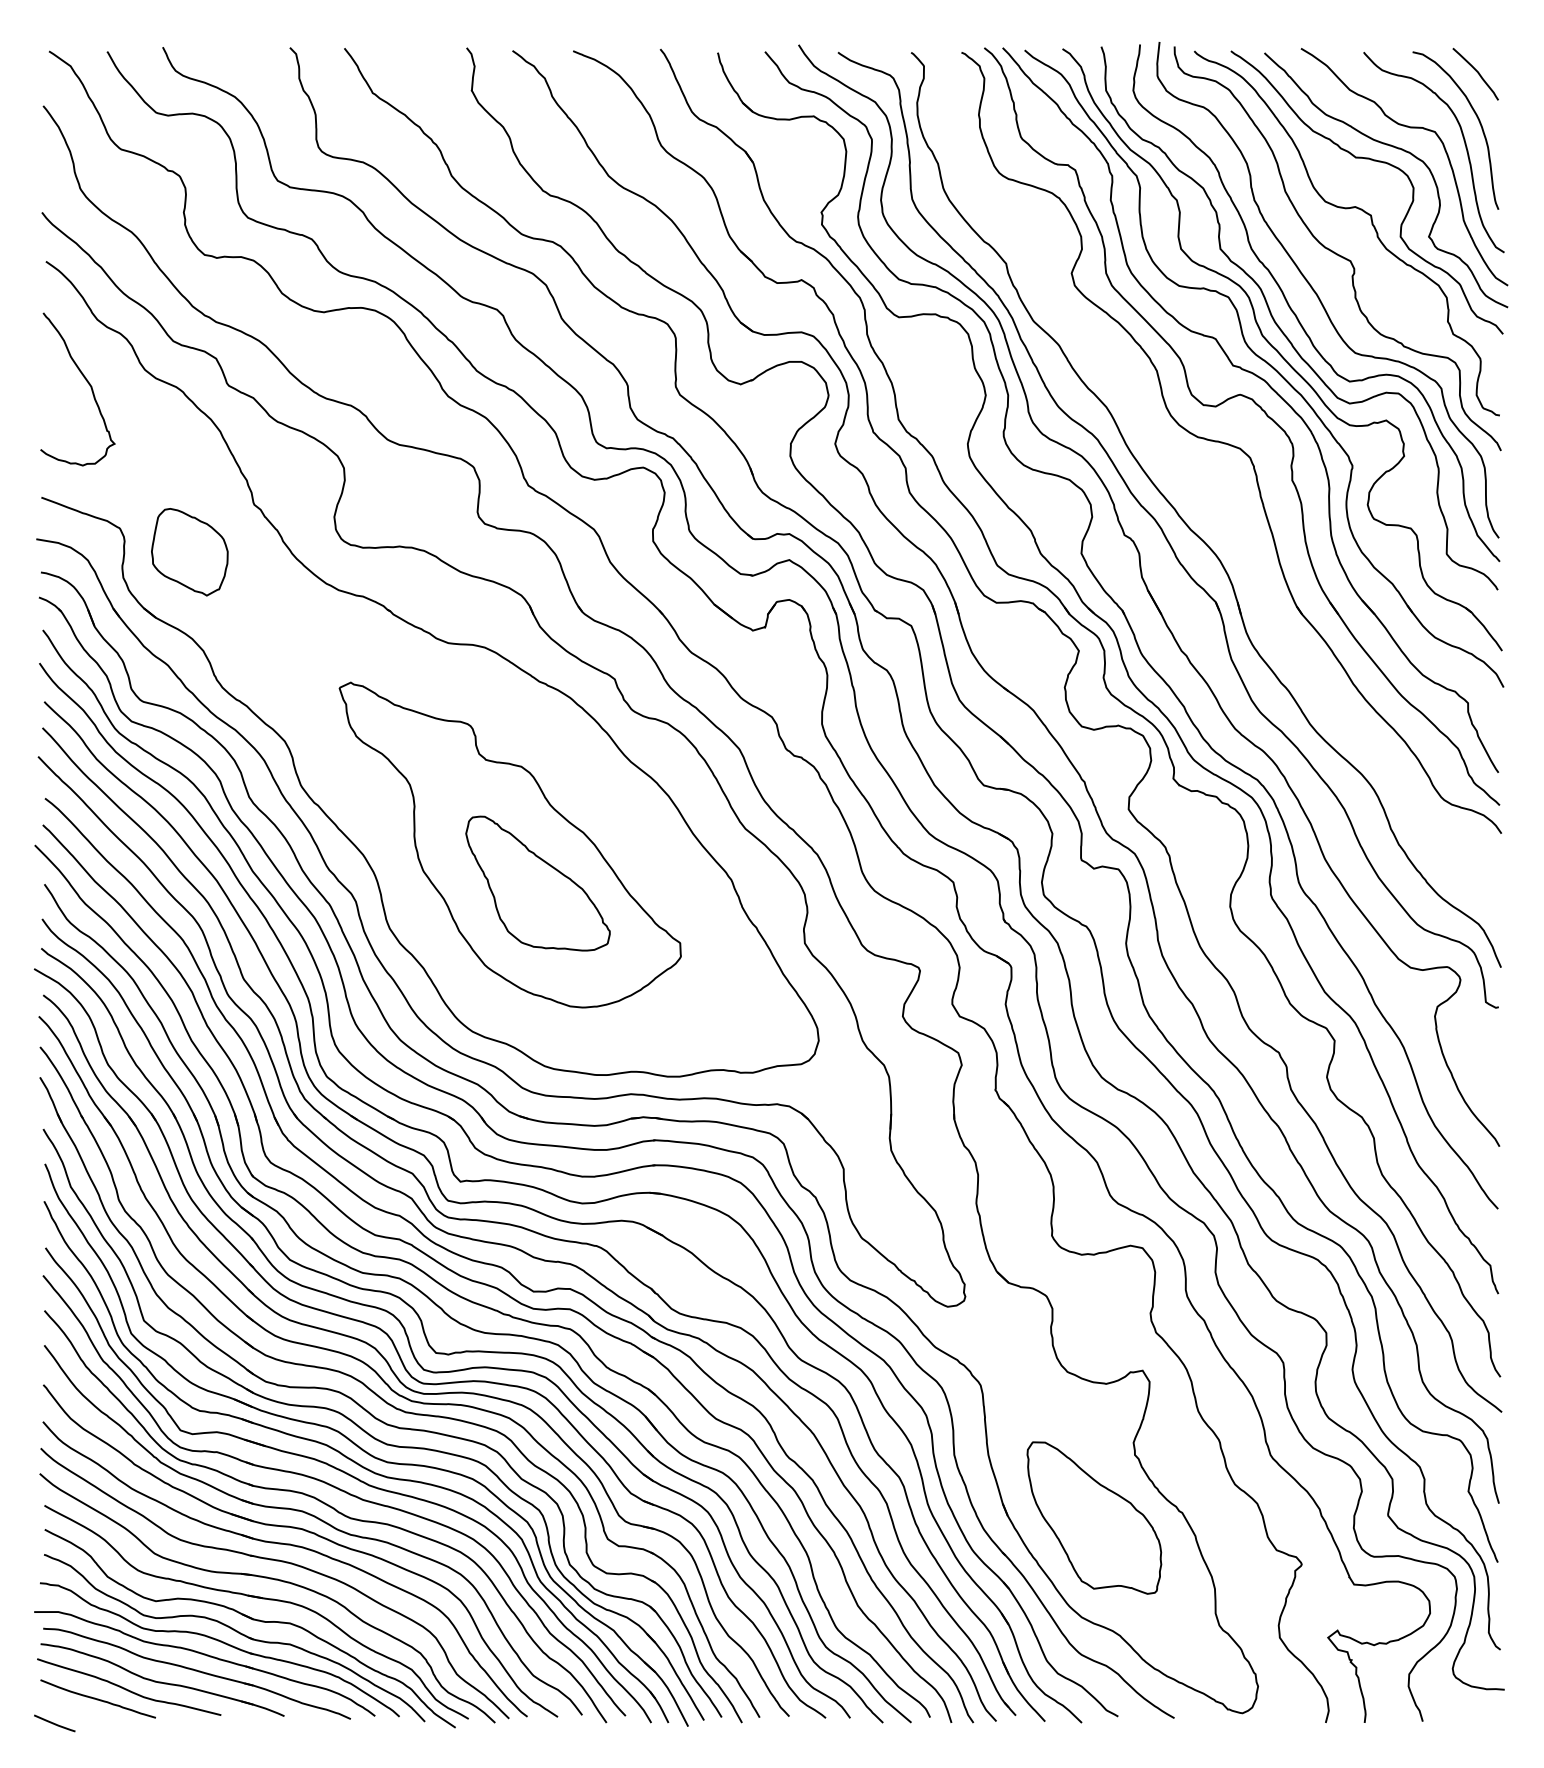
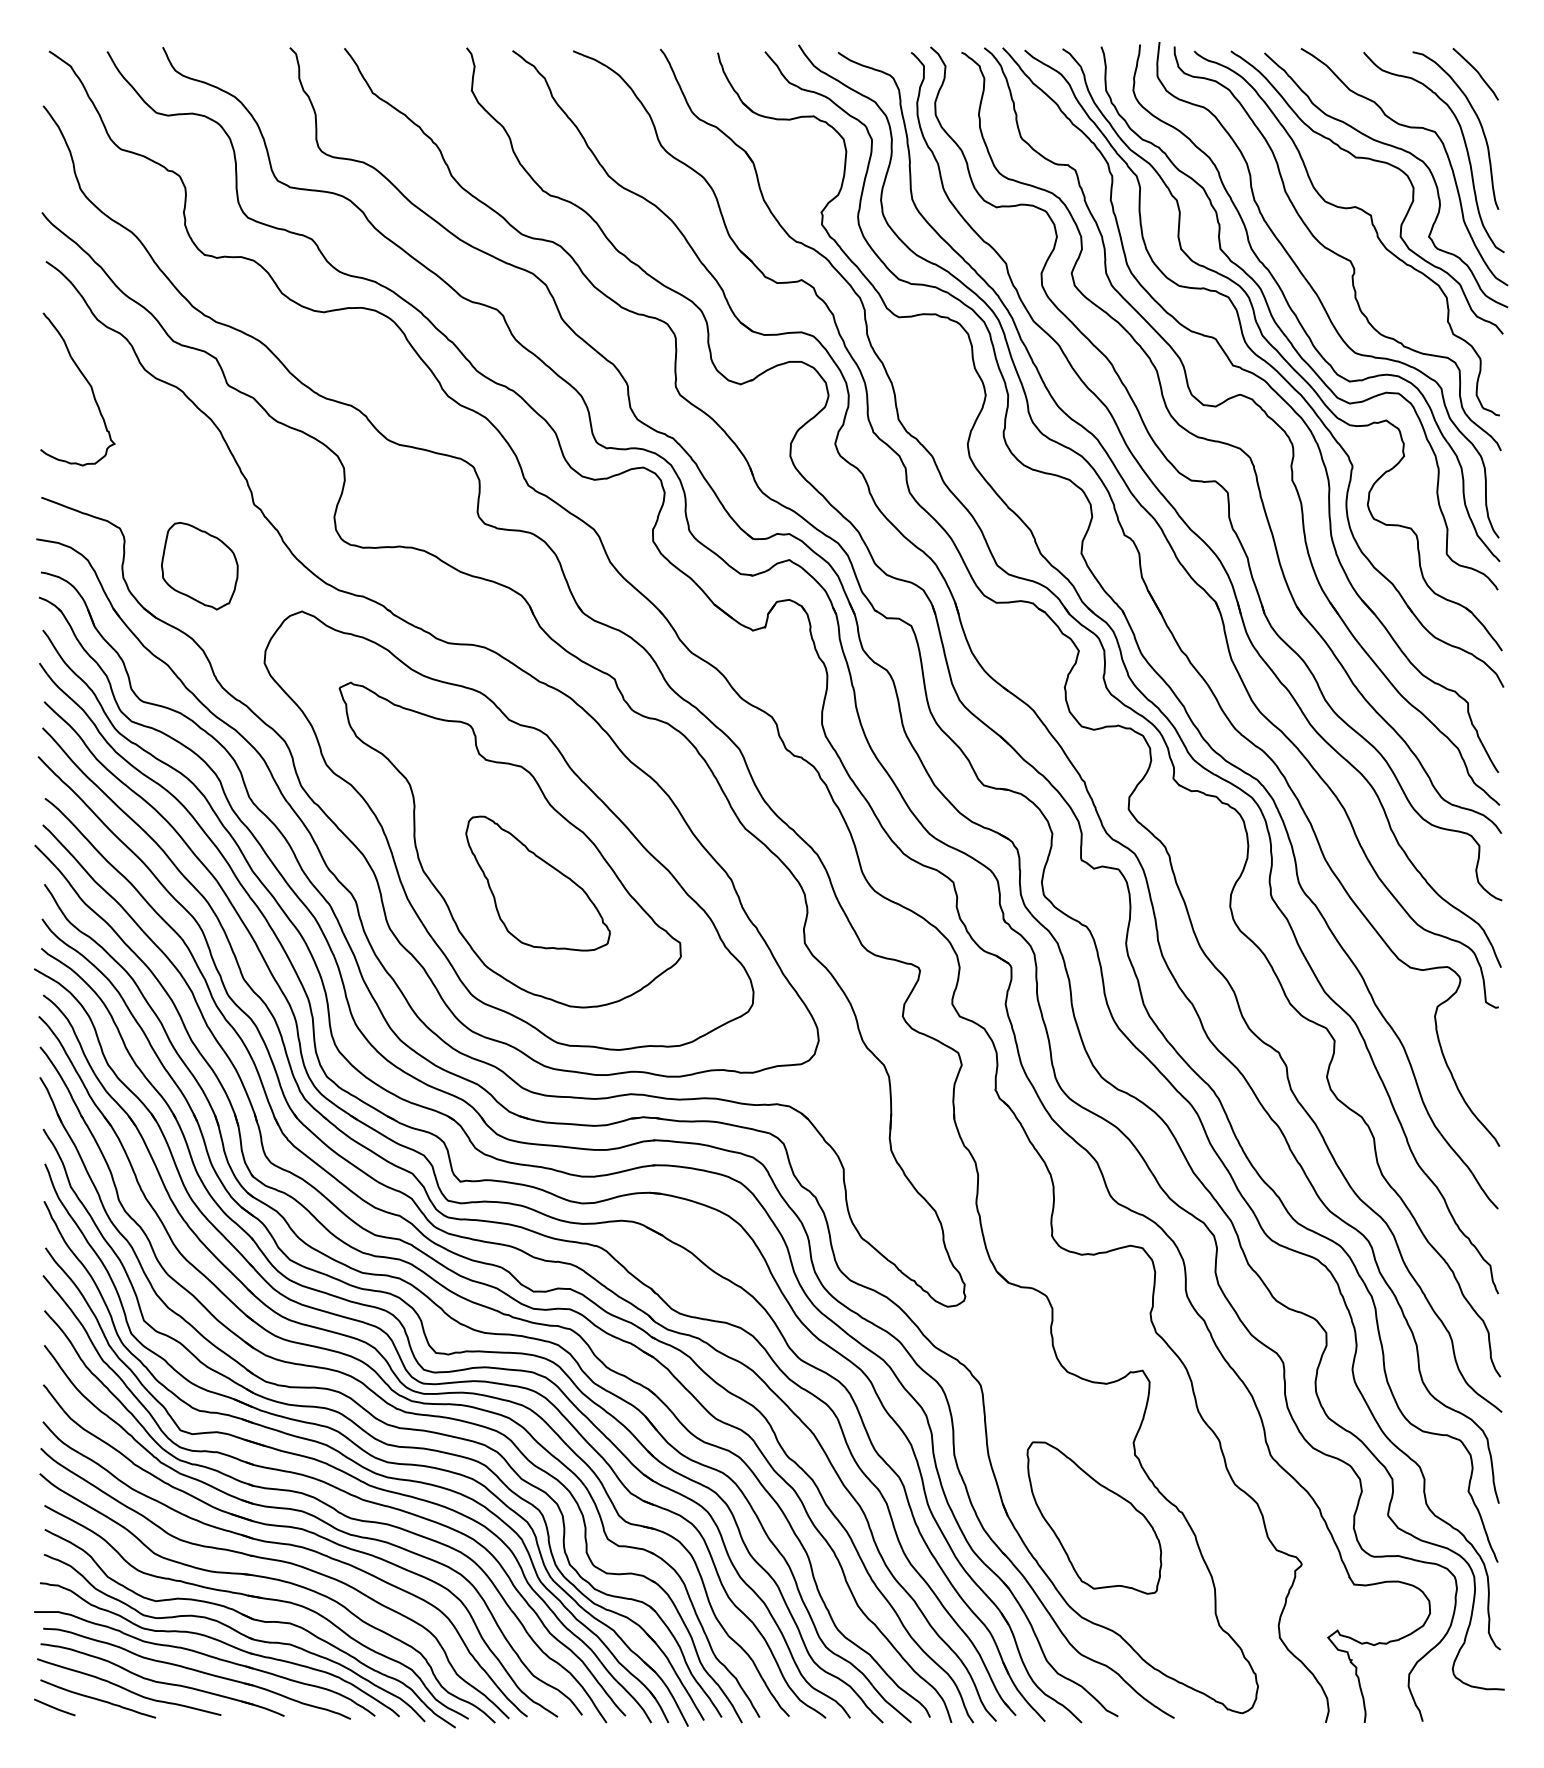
part at (1216, 480): none -> present
part at (189, 552) position: (189, 552) -> (199, 566)
part at (508, 830): none -> present
line at (54, 1723) position: (54, 1723) -> (54, 1707)
